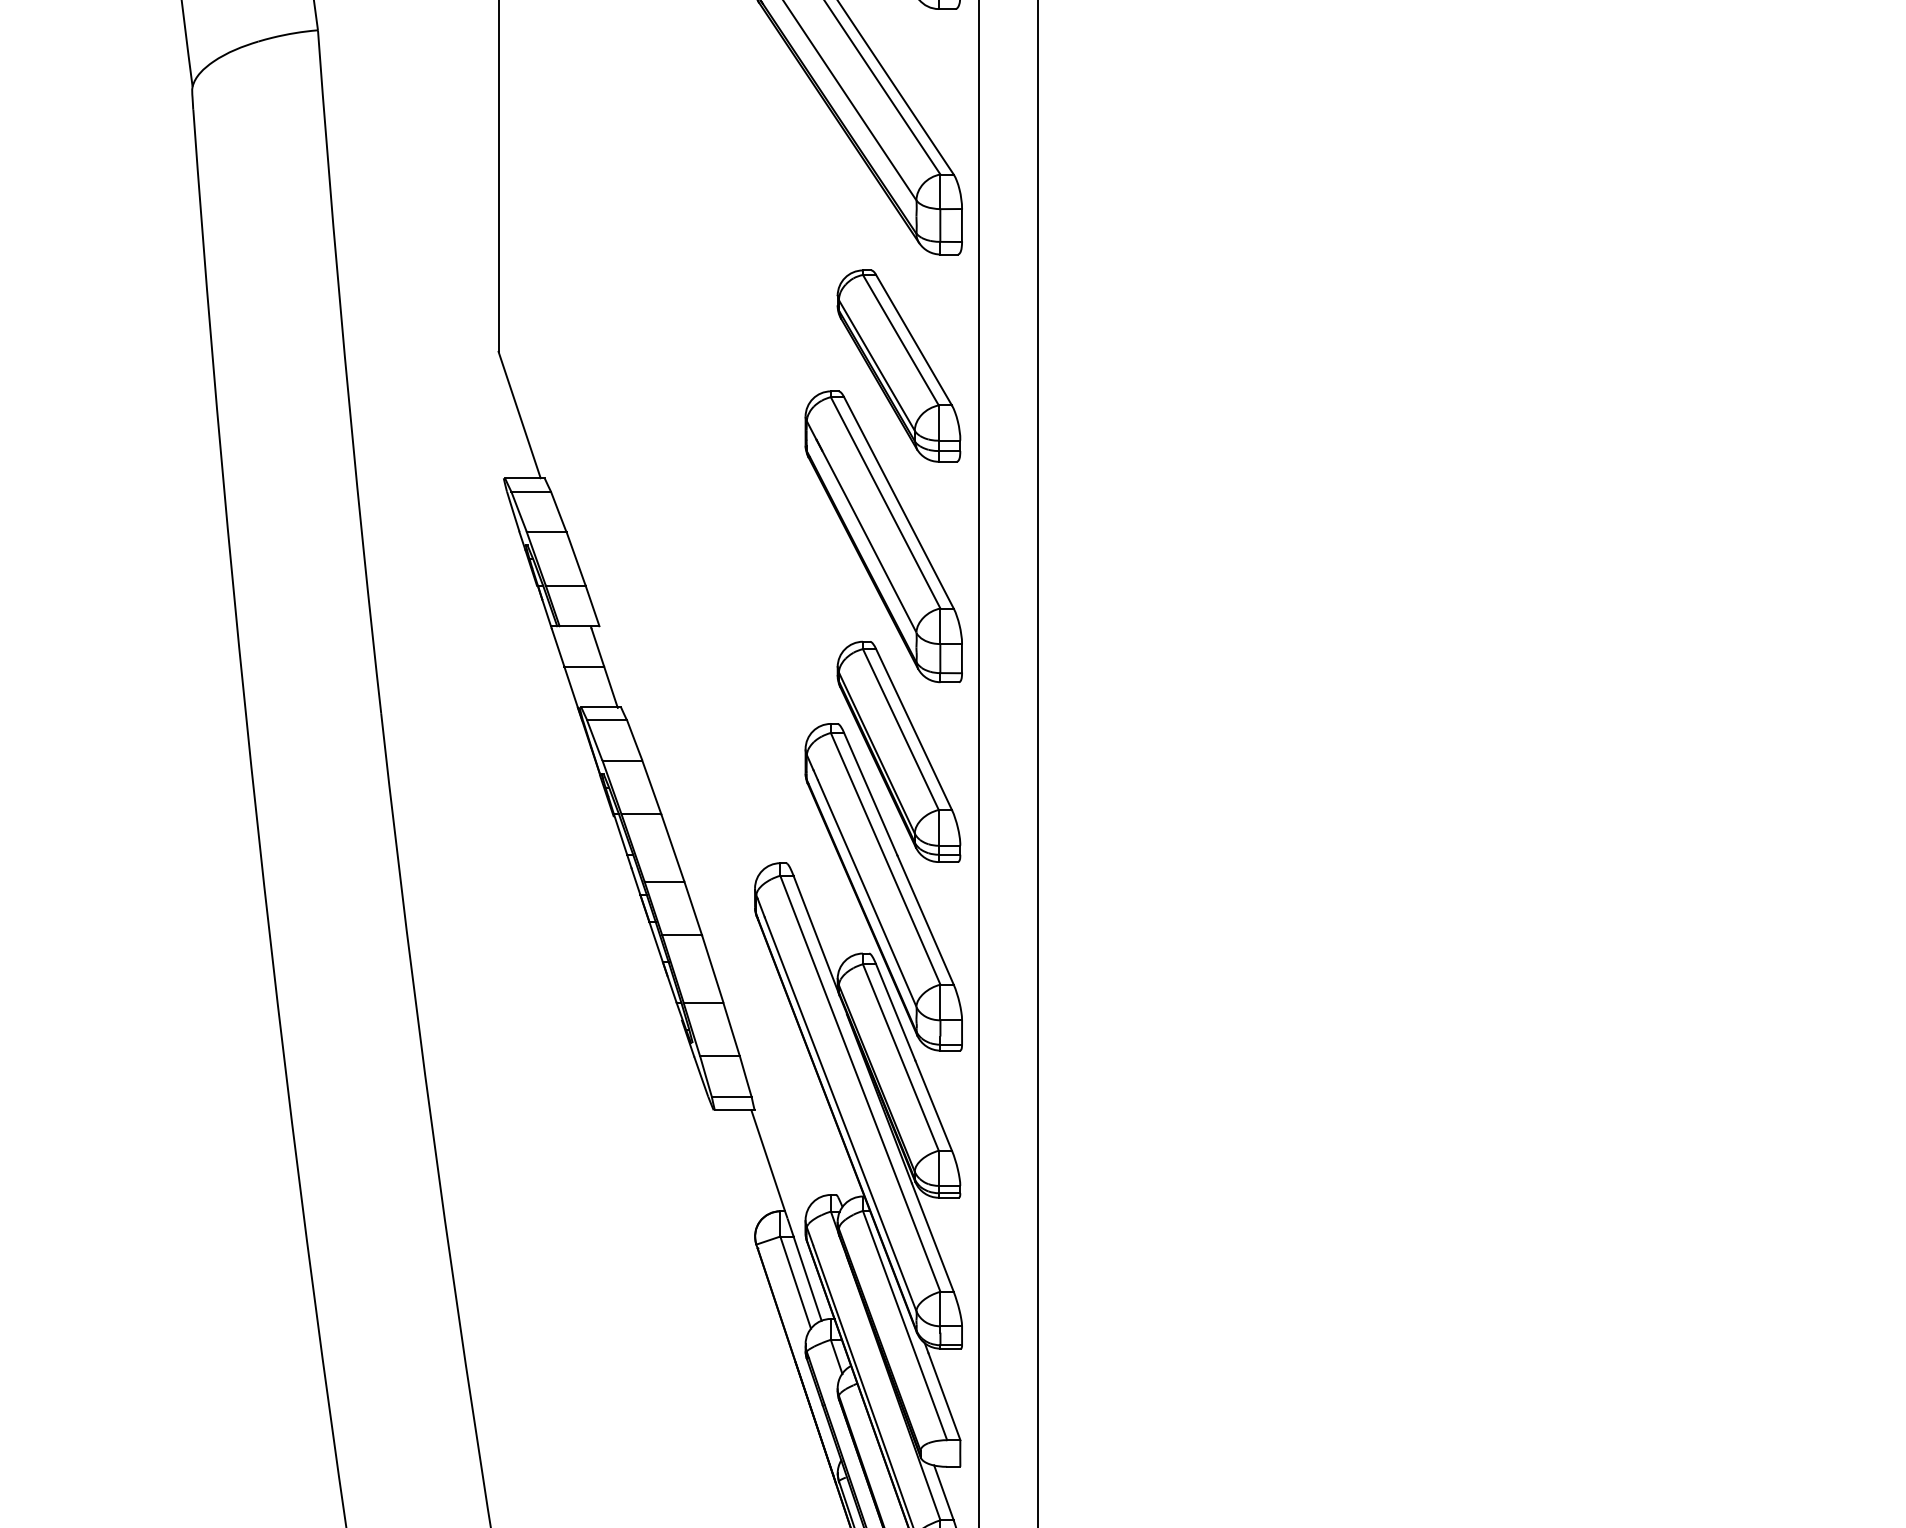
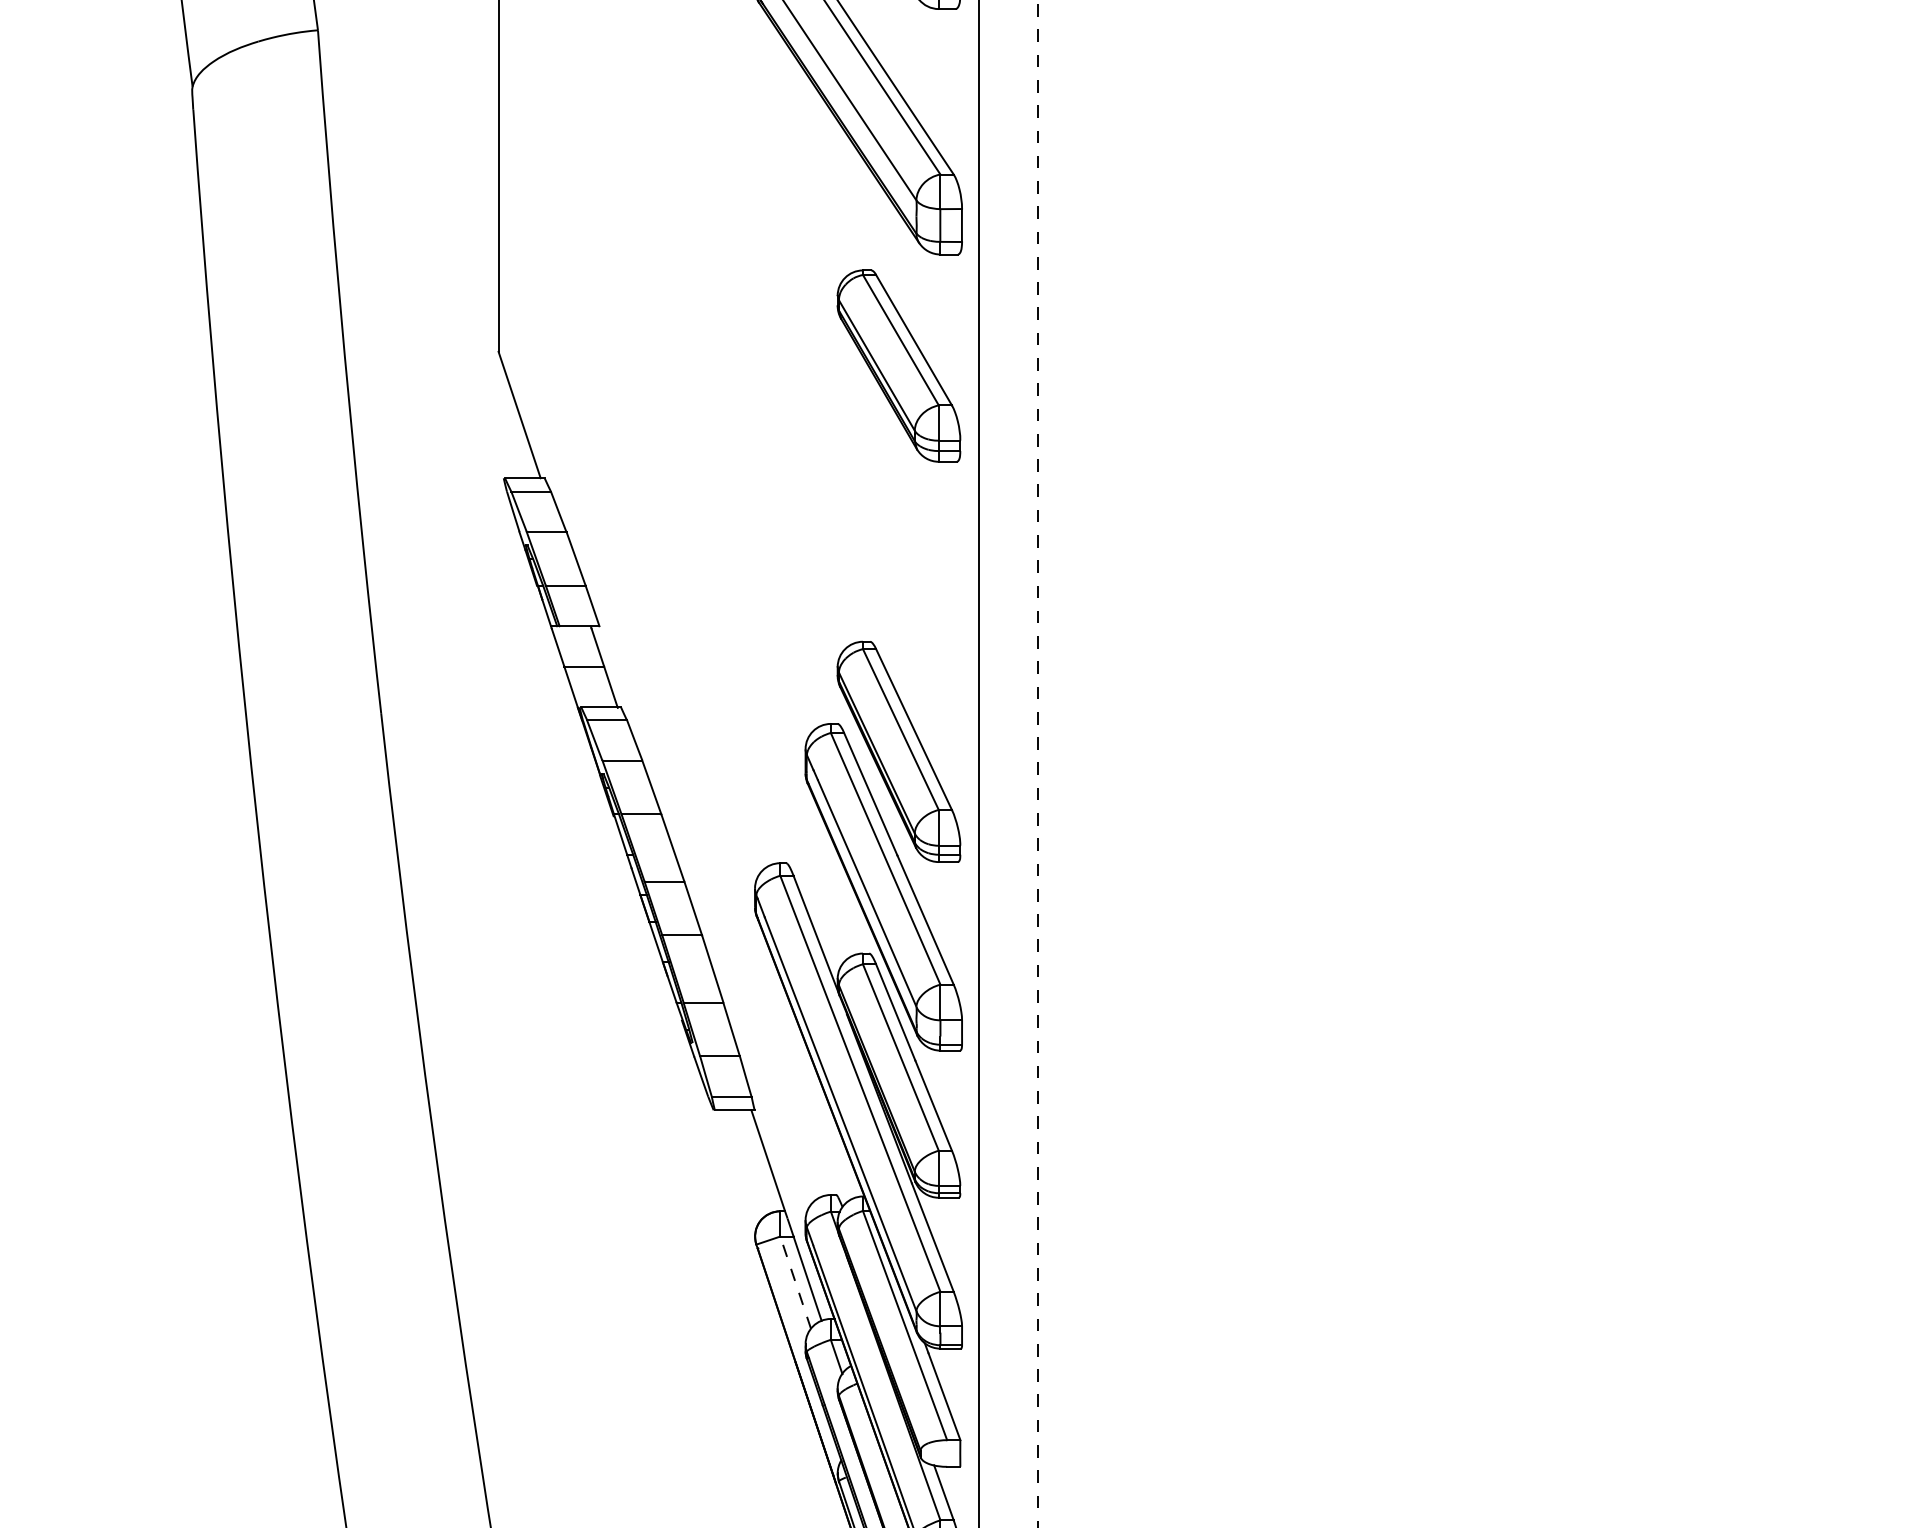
part at (883, 536): present -> none
line at (1038, 763): solid -> dashed
line at (795, 1282): solid -> dashed
